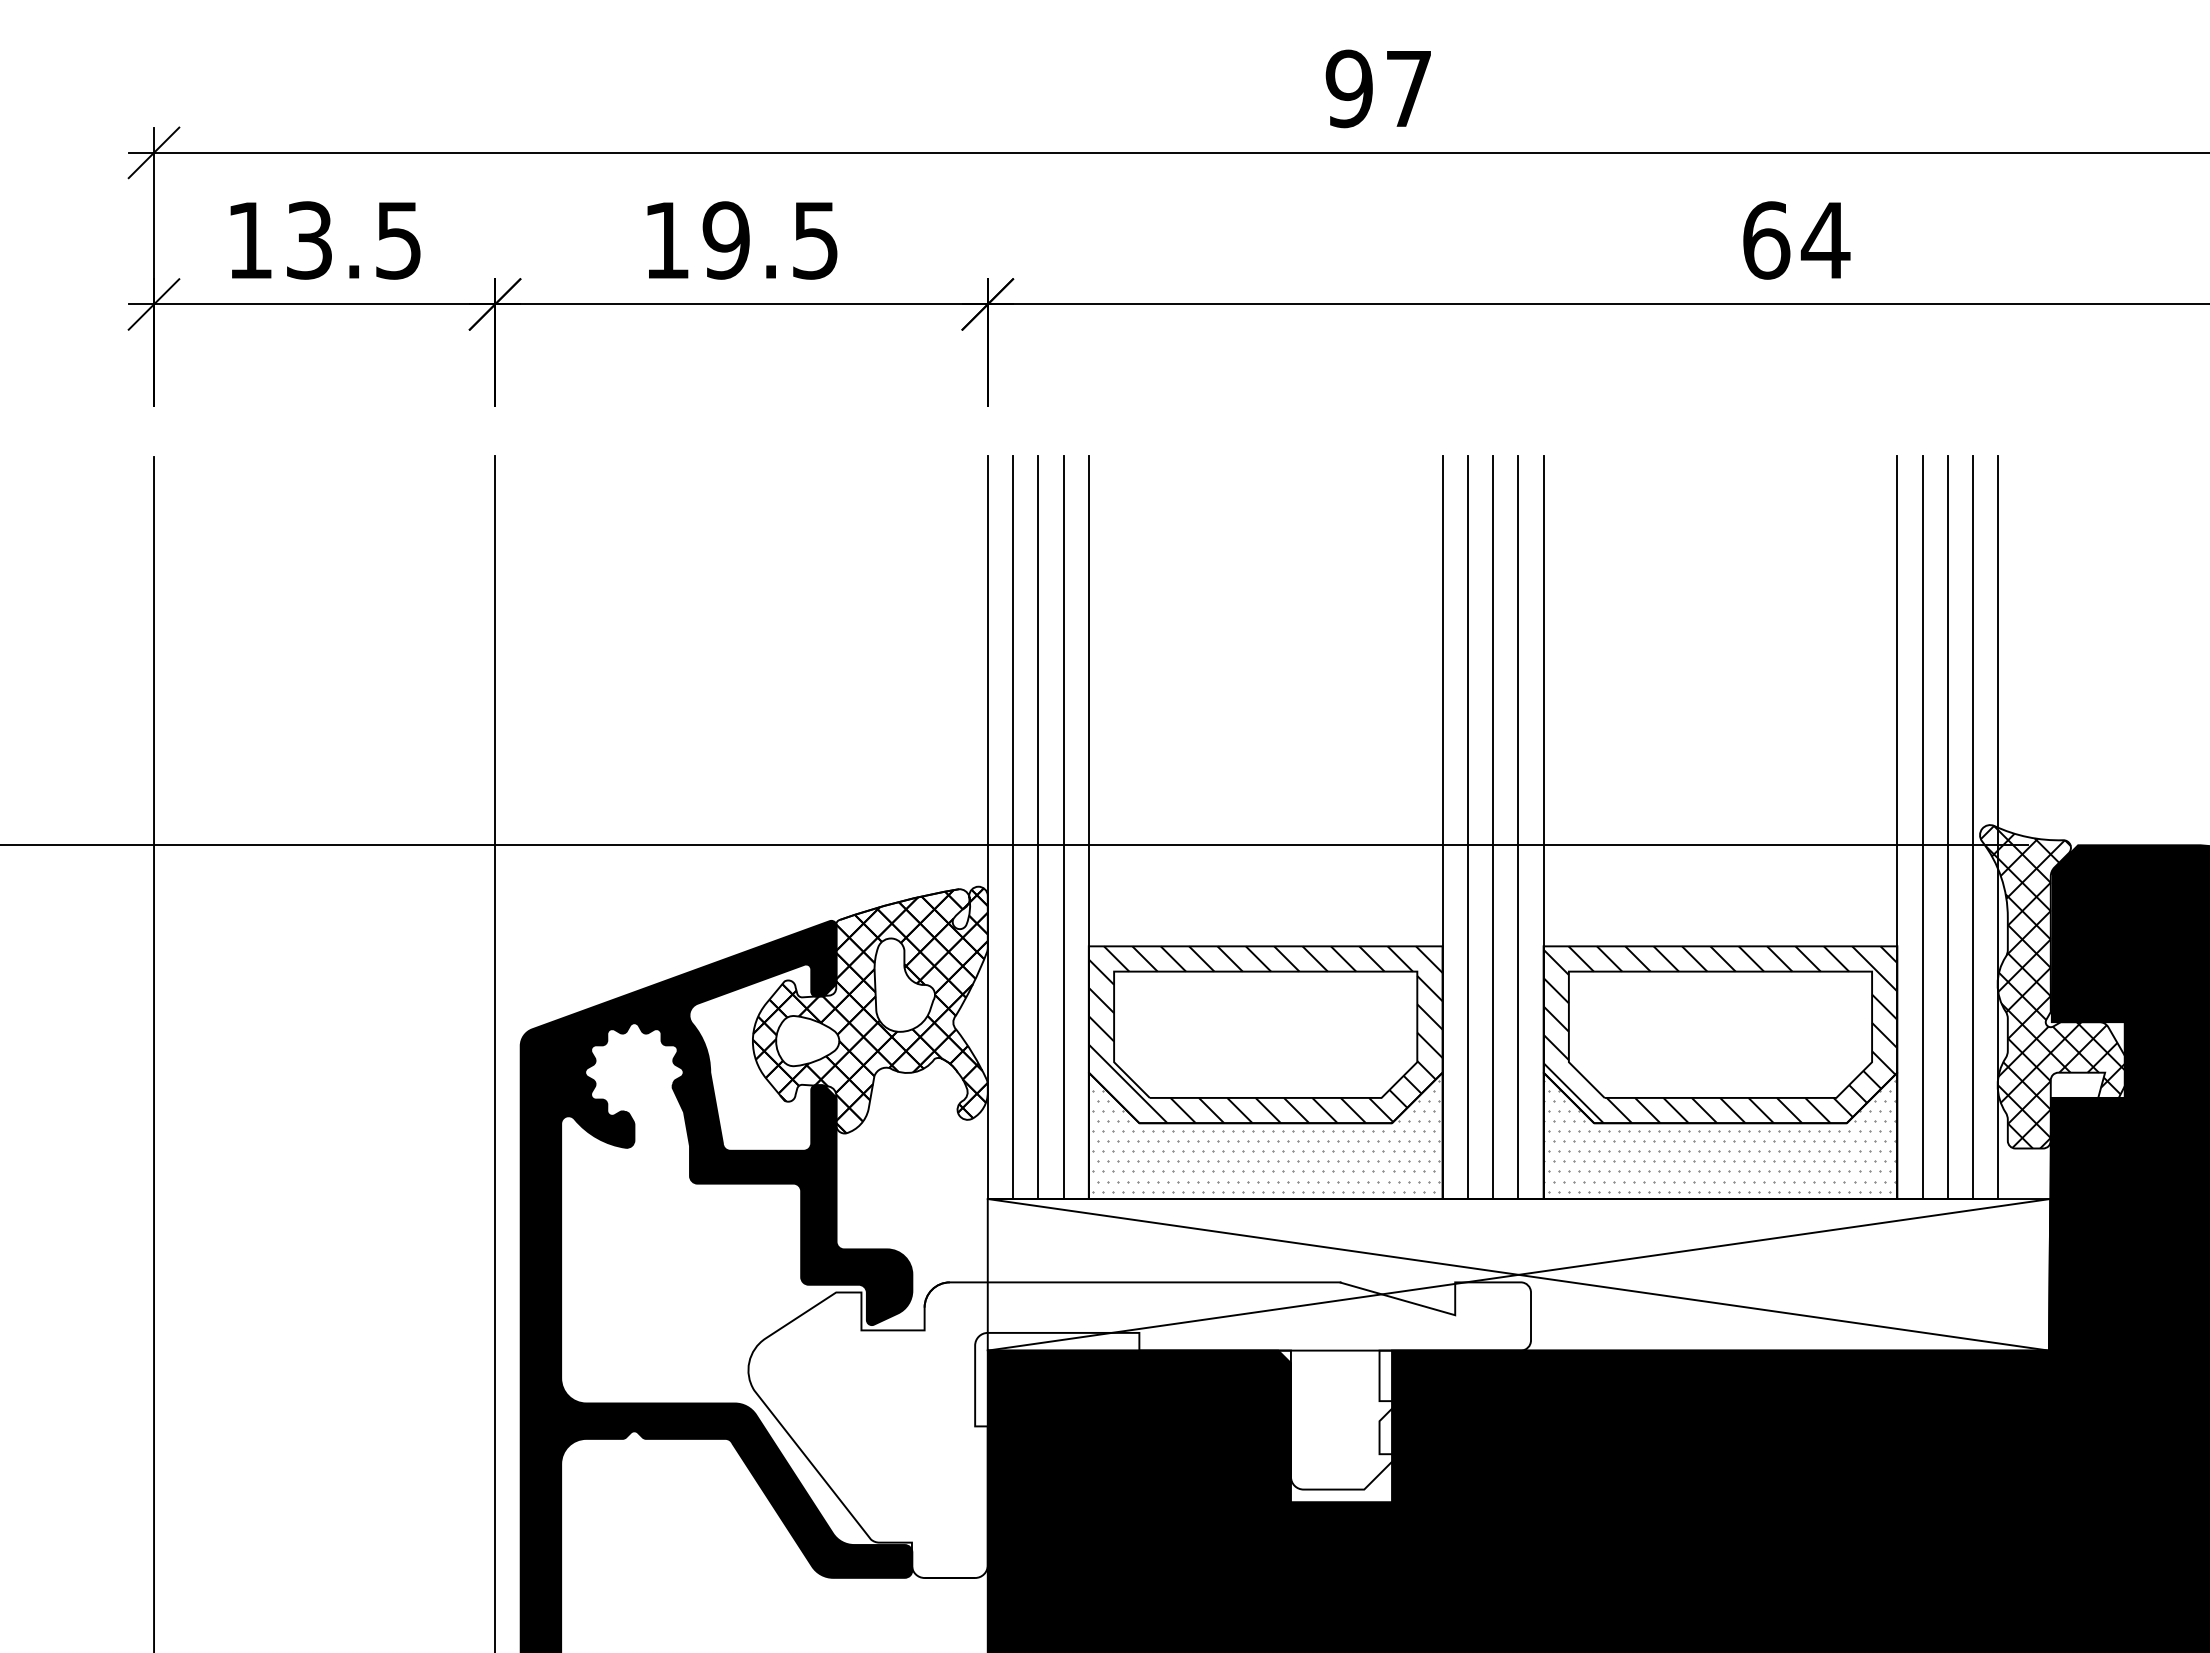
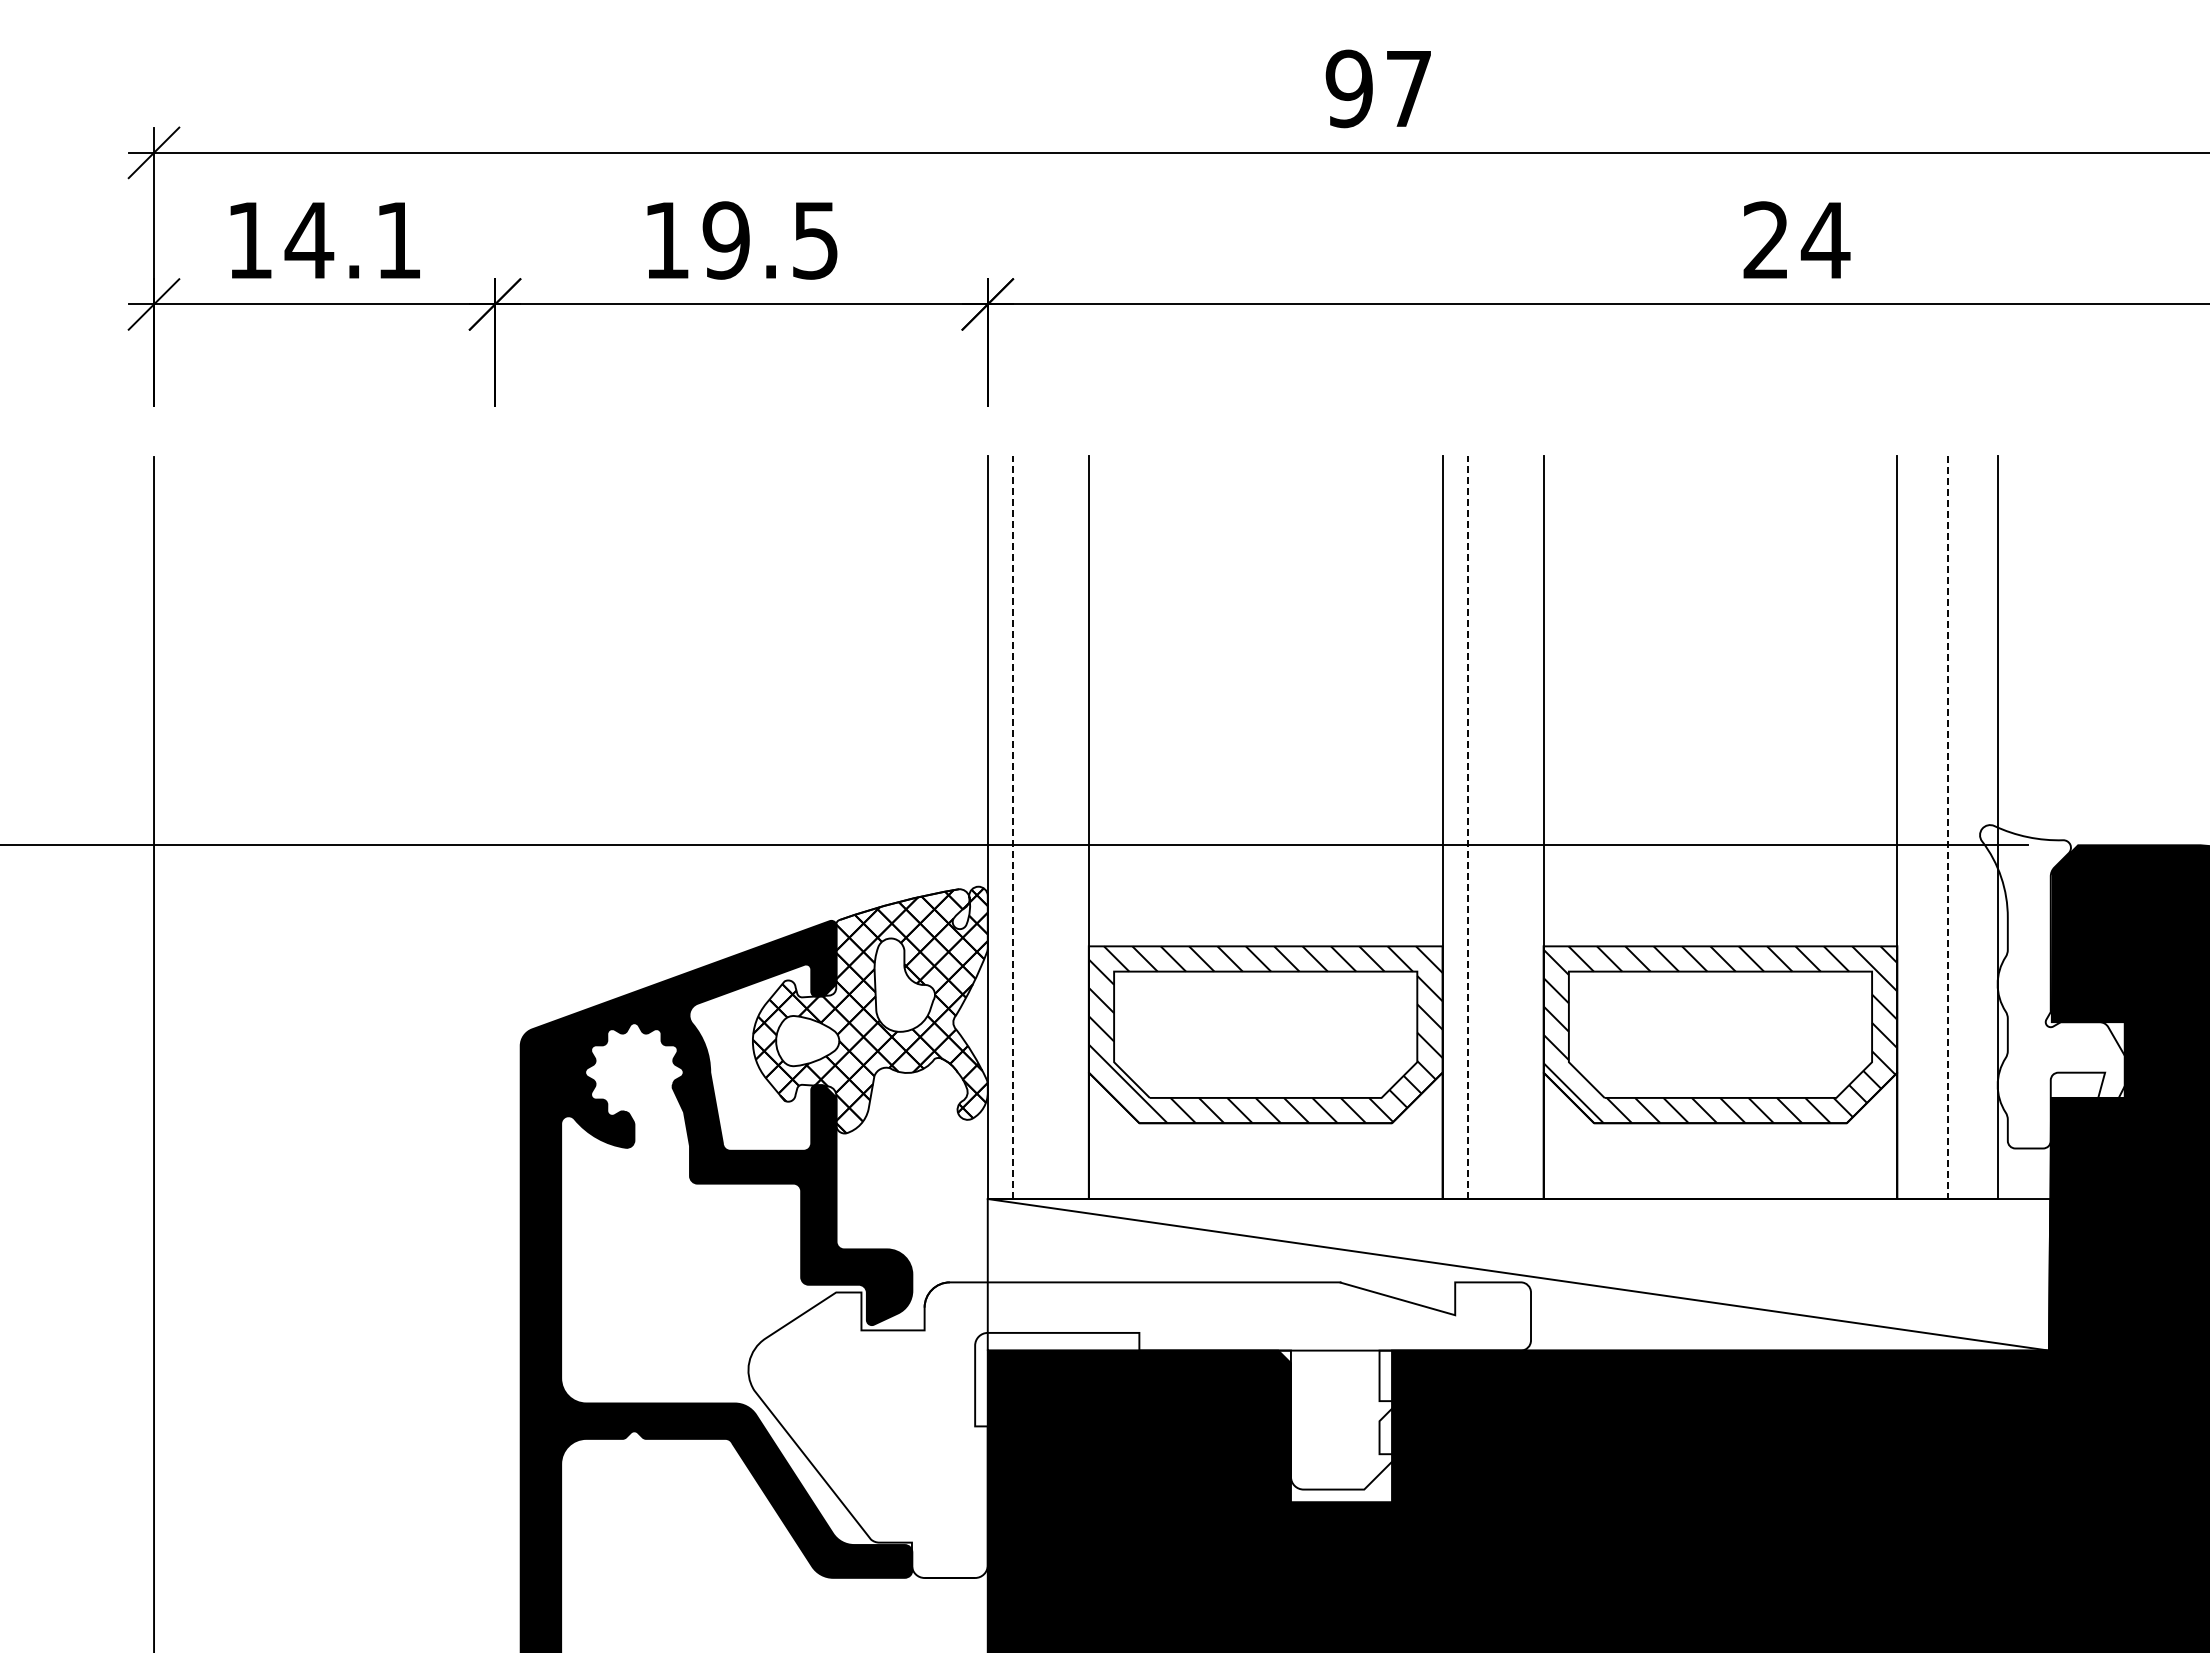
text at (352, 240): 13.5 -> 14.1
text at (1766, 240): 64 -> 24
line at (1013, 827): solid -> dashed
line at (1038, 827): present -> none
line at (1063, 827): present -> none
line at (1467, 827): solid -> dashed
line at (1493, 827): present -> none
line at (1518, 827): present -> none
line at (1922, 827): present -> none
line at (1973, 827): present -> none
line at (1947, 828): solid -> dashed
hatch at (2055, 986): present -> none
line at (495, 1052): present -> none
hatch at (1265, 1136): present -> none
hatch at (1718, 1136): present -> none
line at (1518, 1274): present -> none
